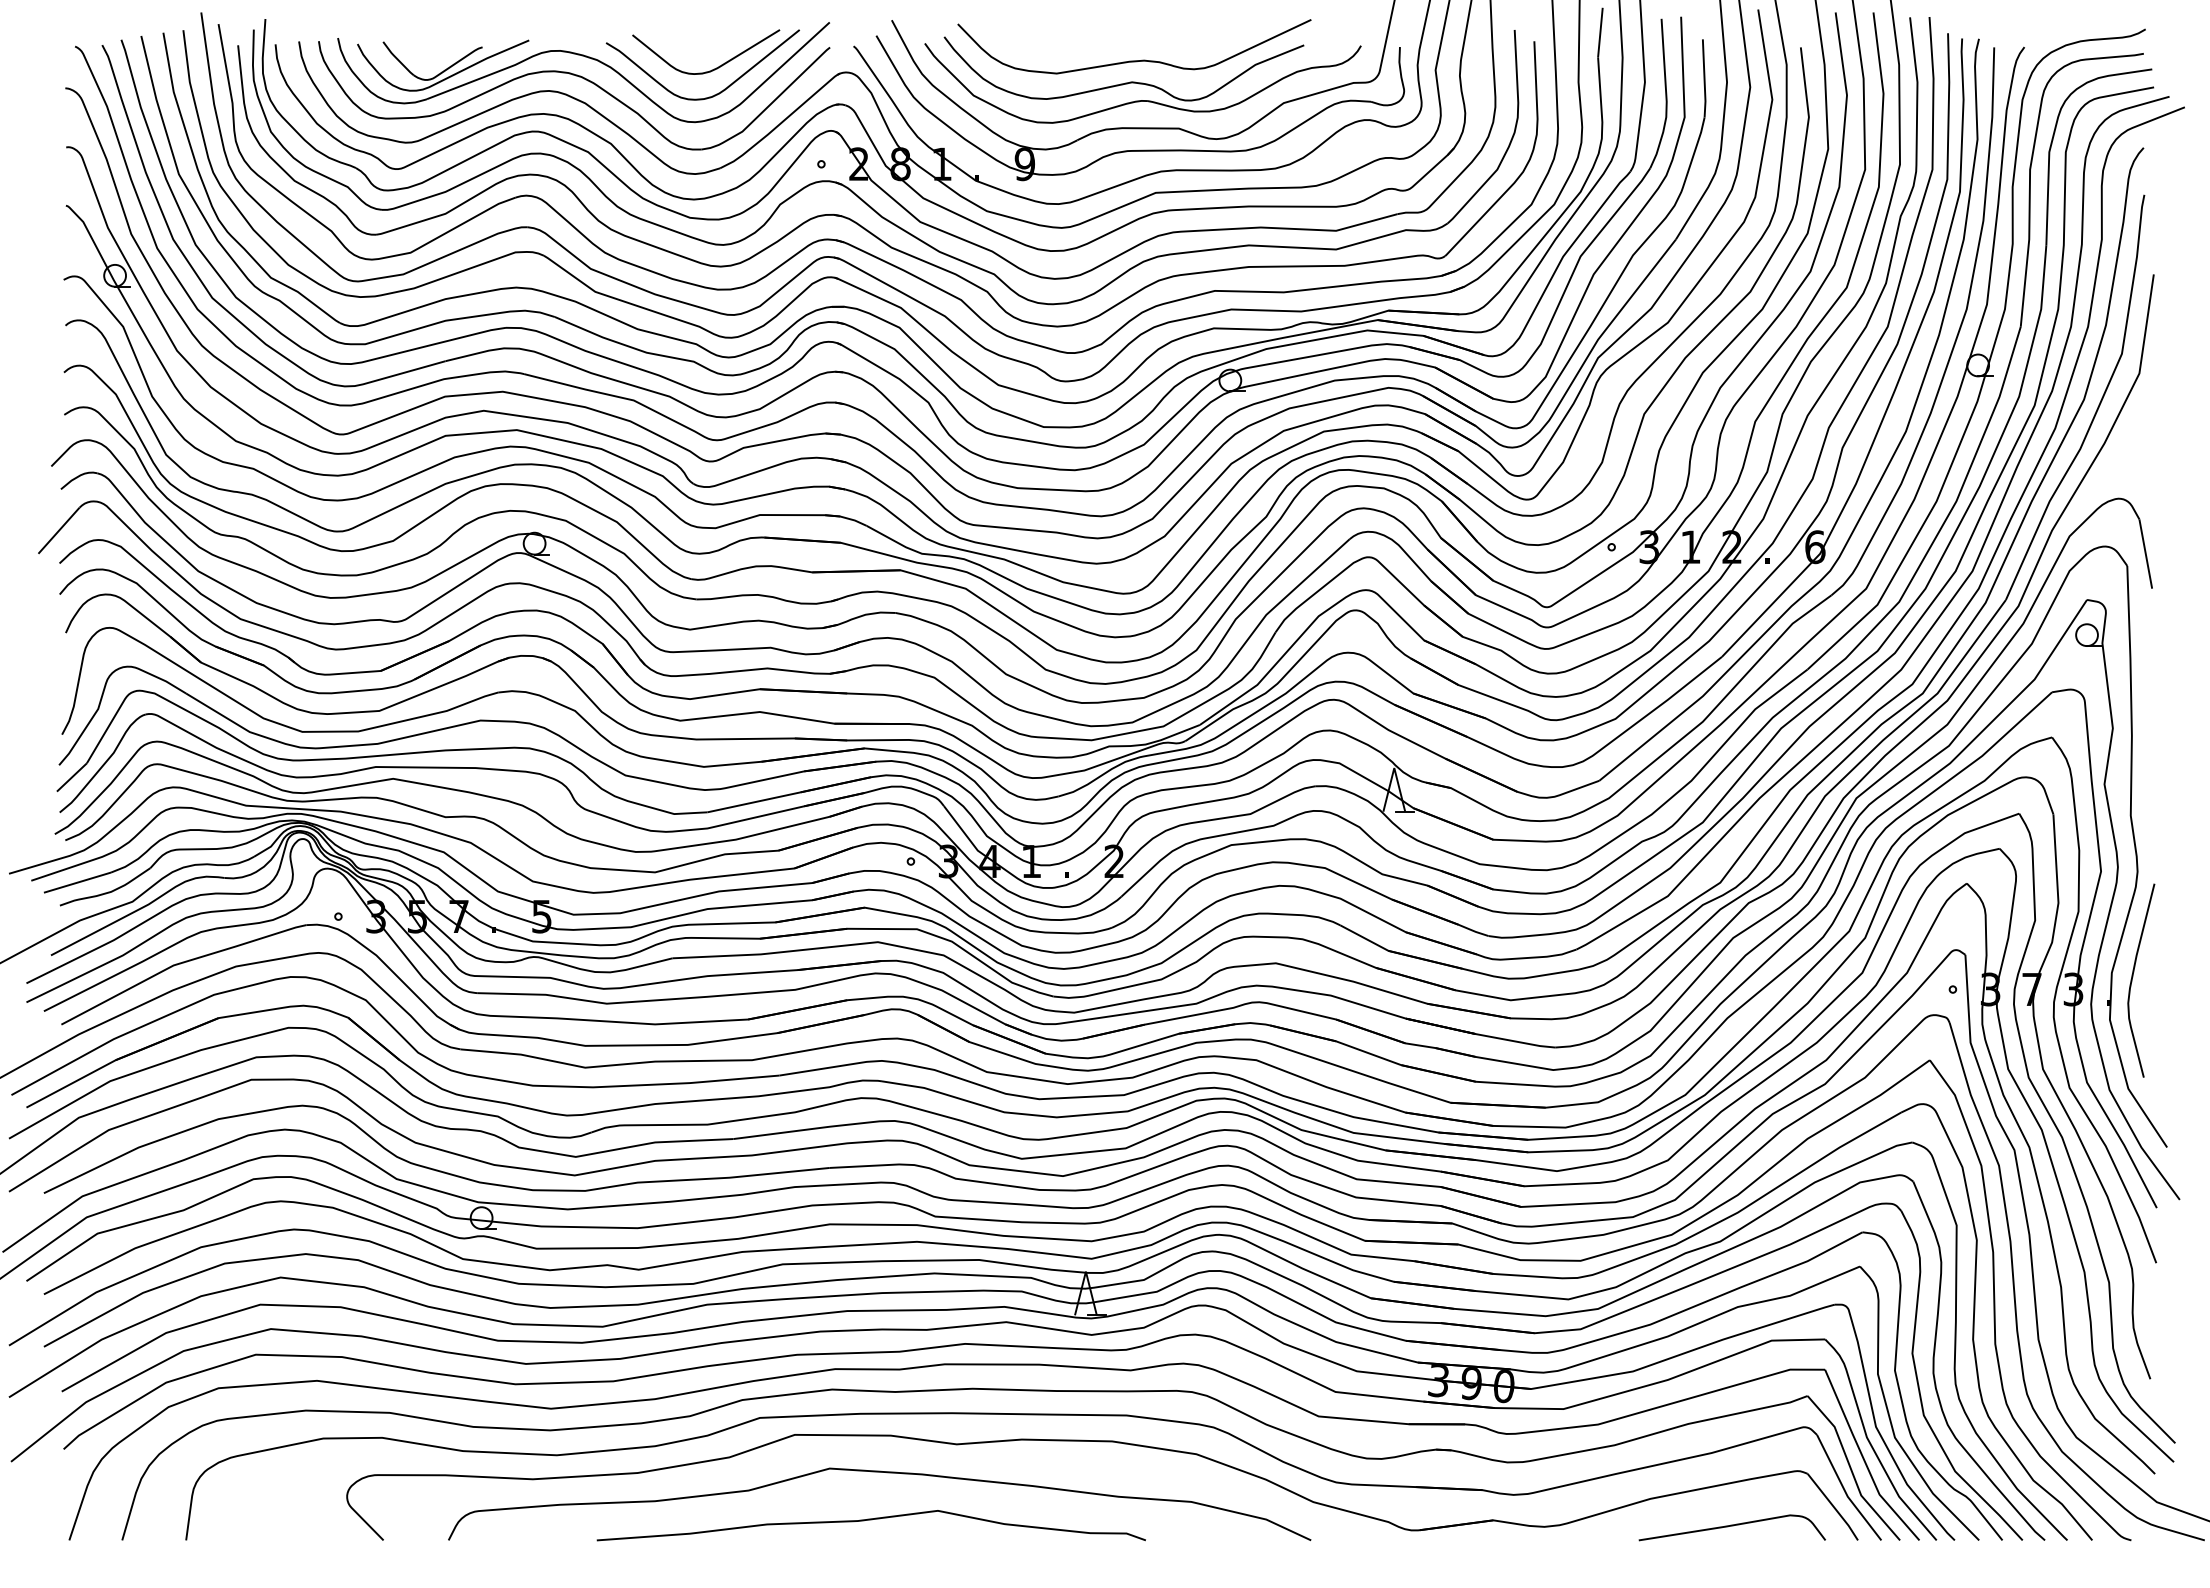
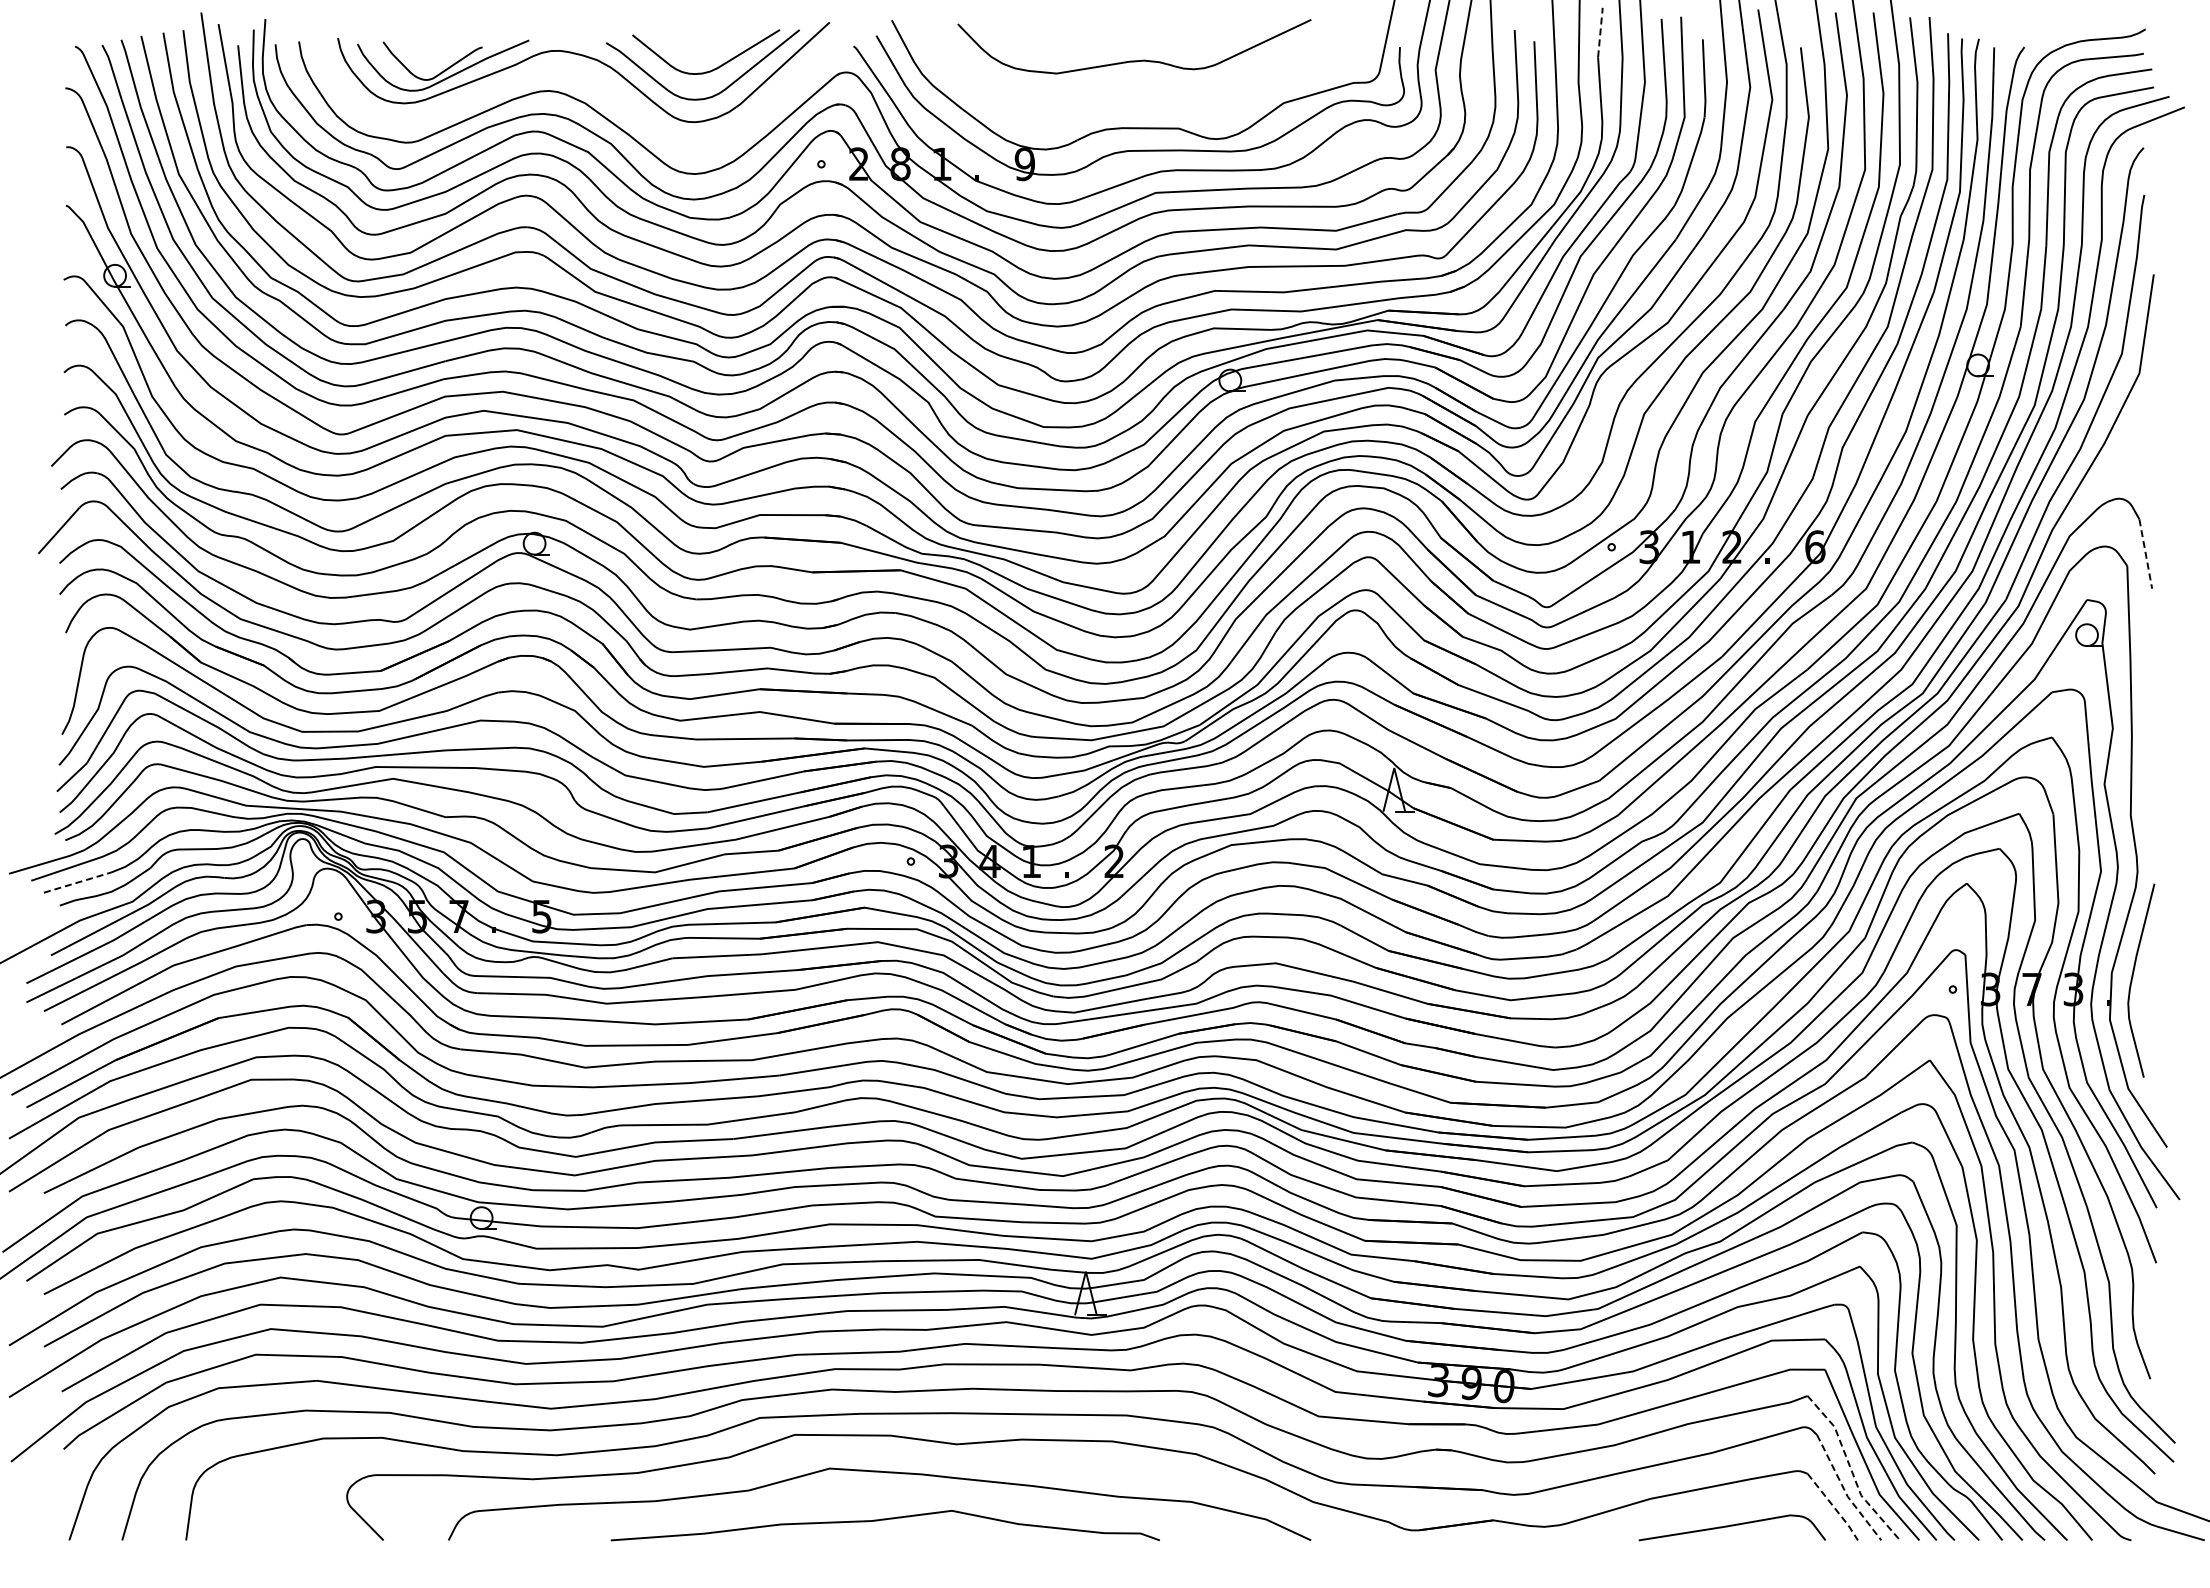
line at (1600, 32): solid -> dashed
part at (579, 77): present -> none
part at (1142, 79): present -> none
line at (2145, 554): solid -> dashed
line at (77, 882): solid -> dashed
line at (1851, 1469): solid -> dashed
line at (1845, 1491): solid -> dashed
line at (1833, 1507): solid -> dashed
curve at (870, 1520) position: (870, 1520) -> (884, 1520)
